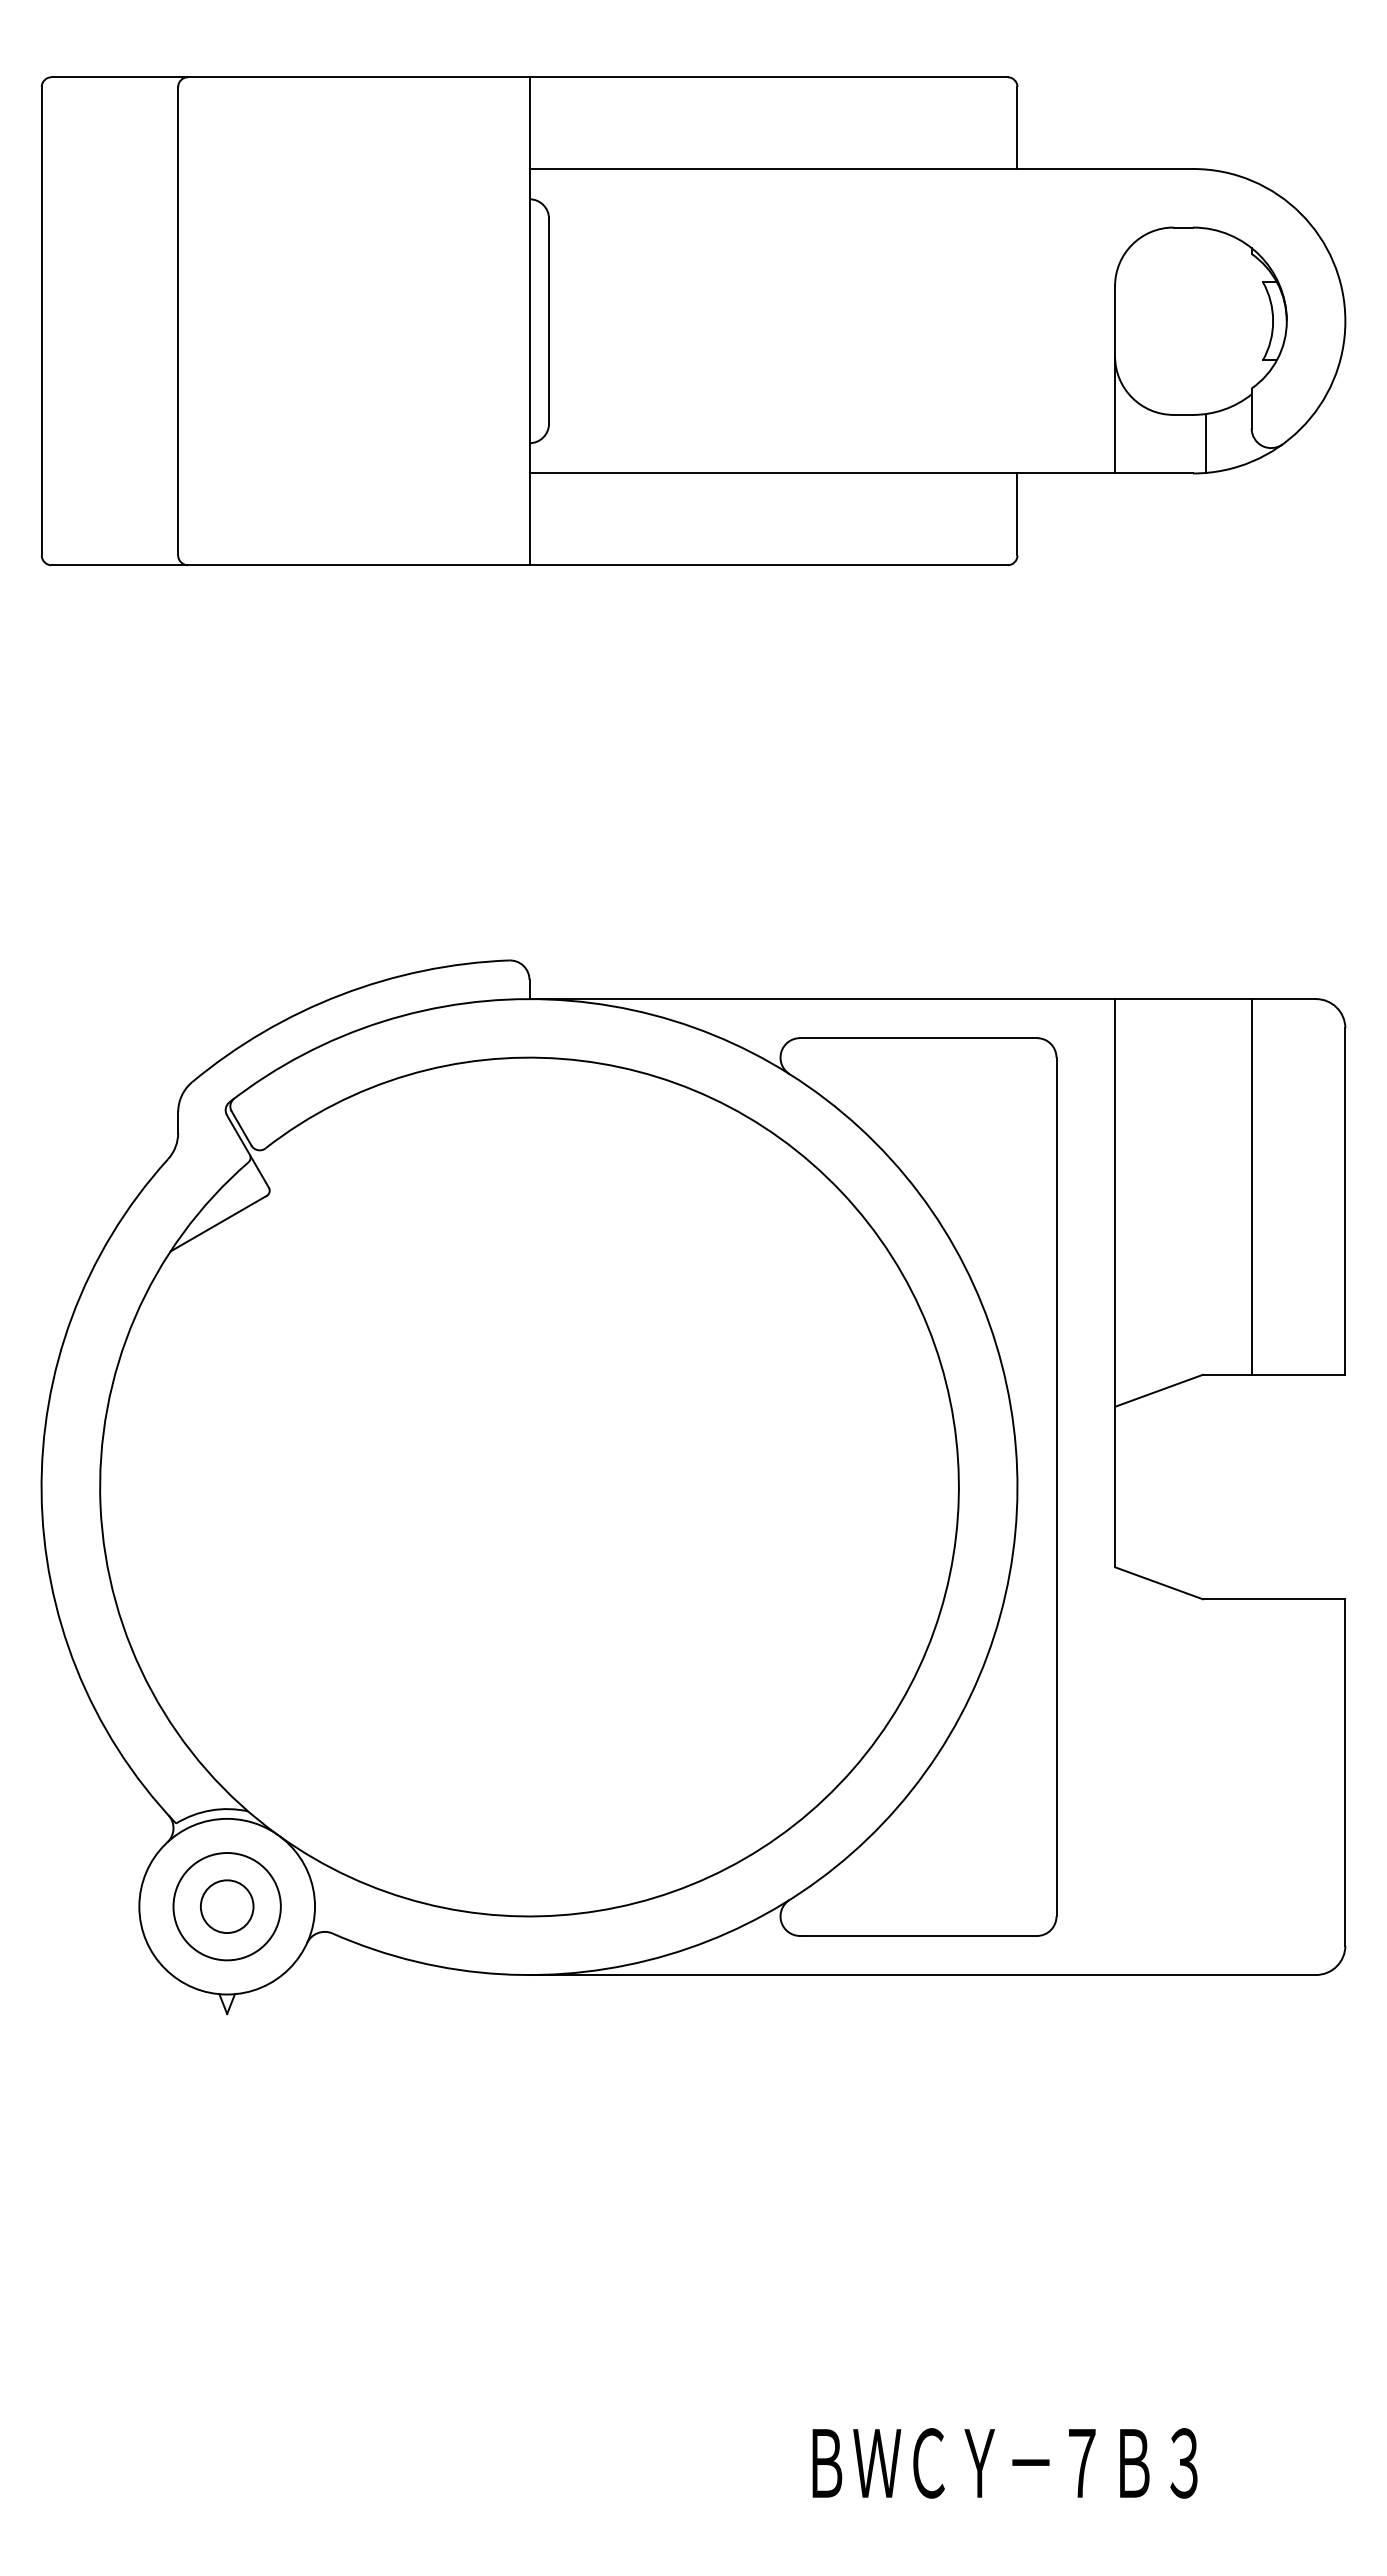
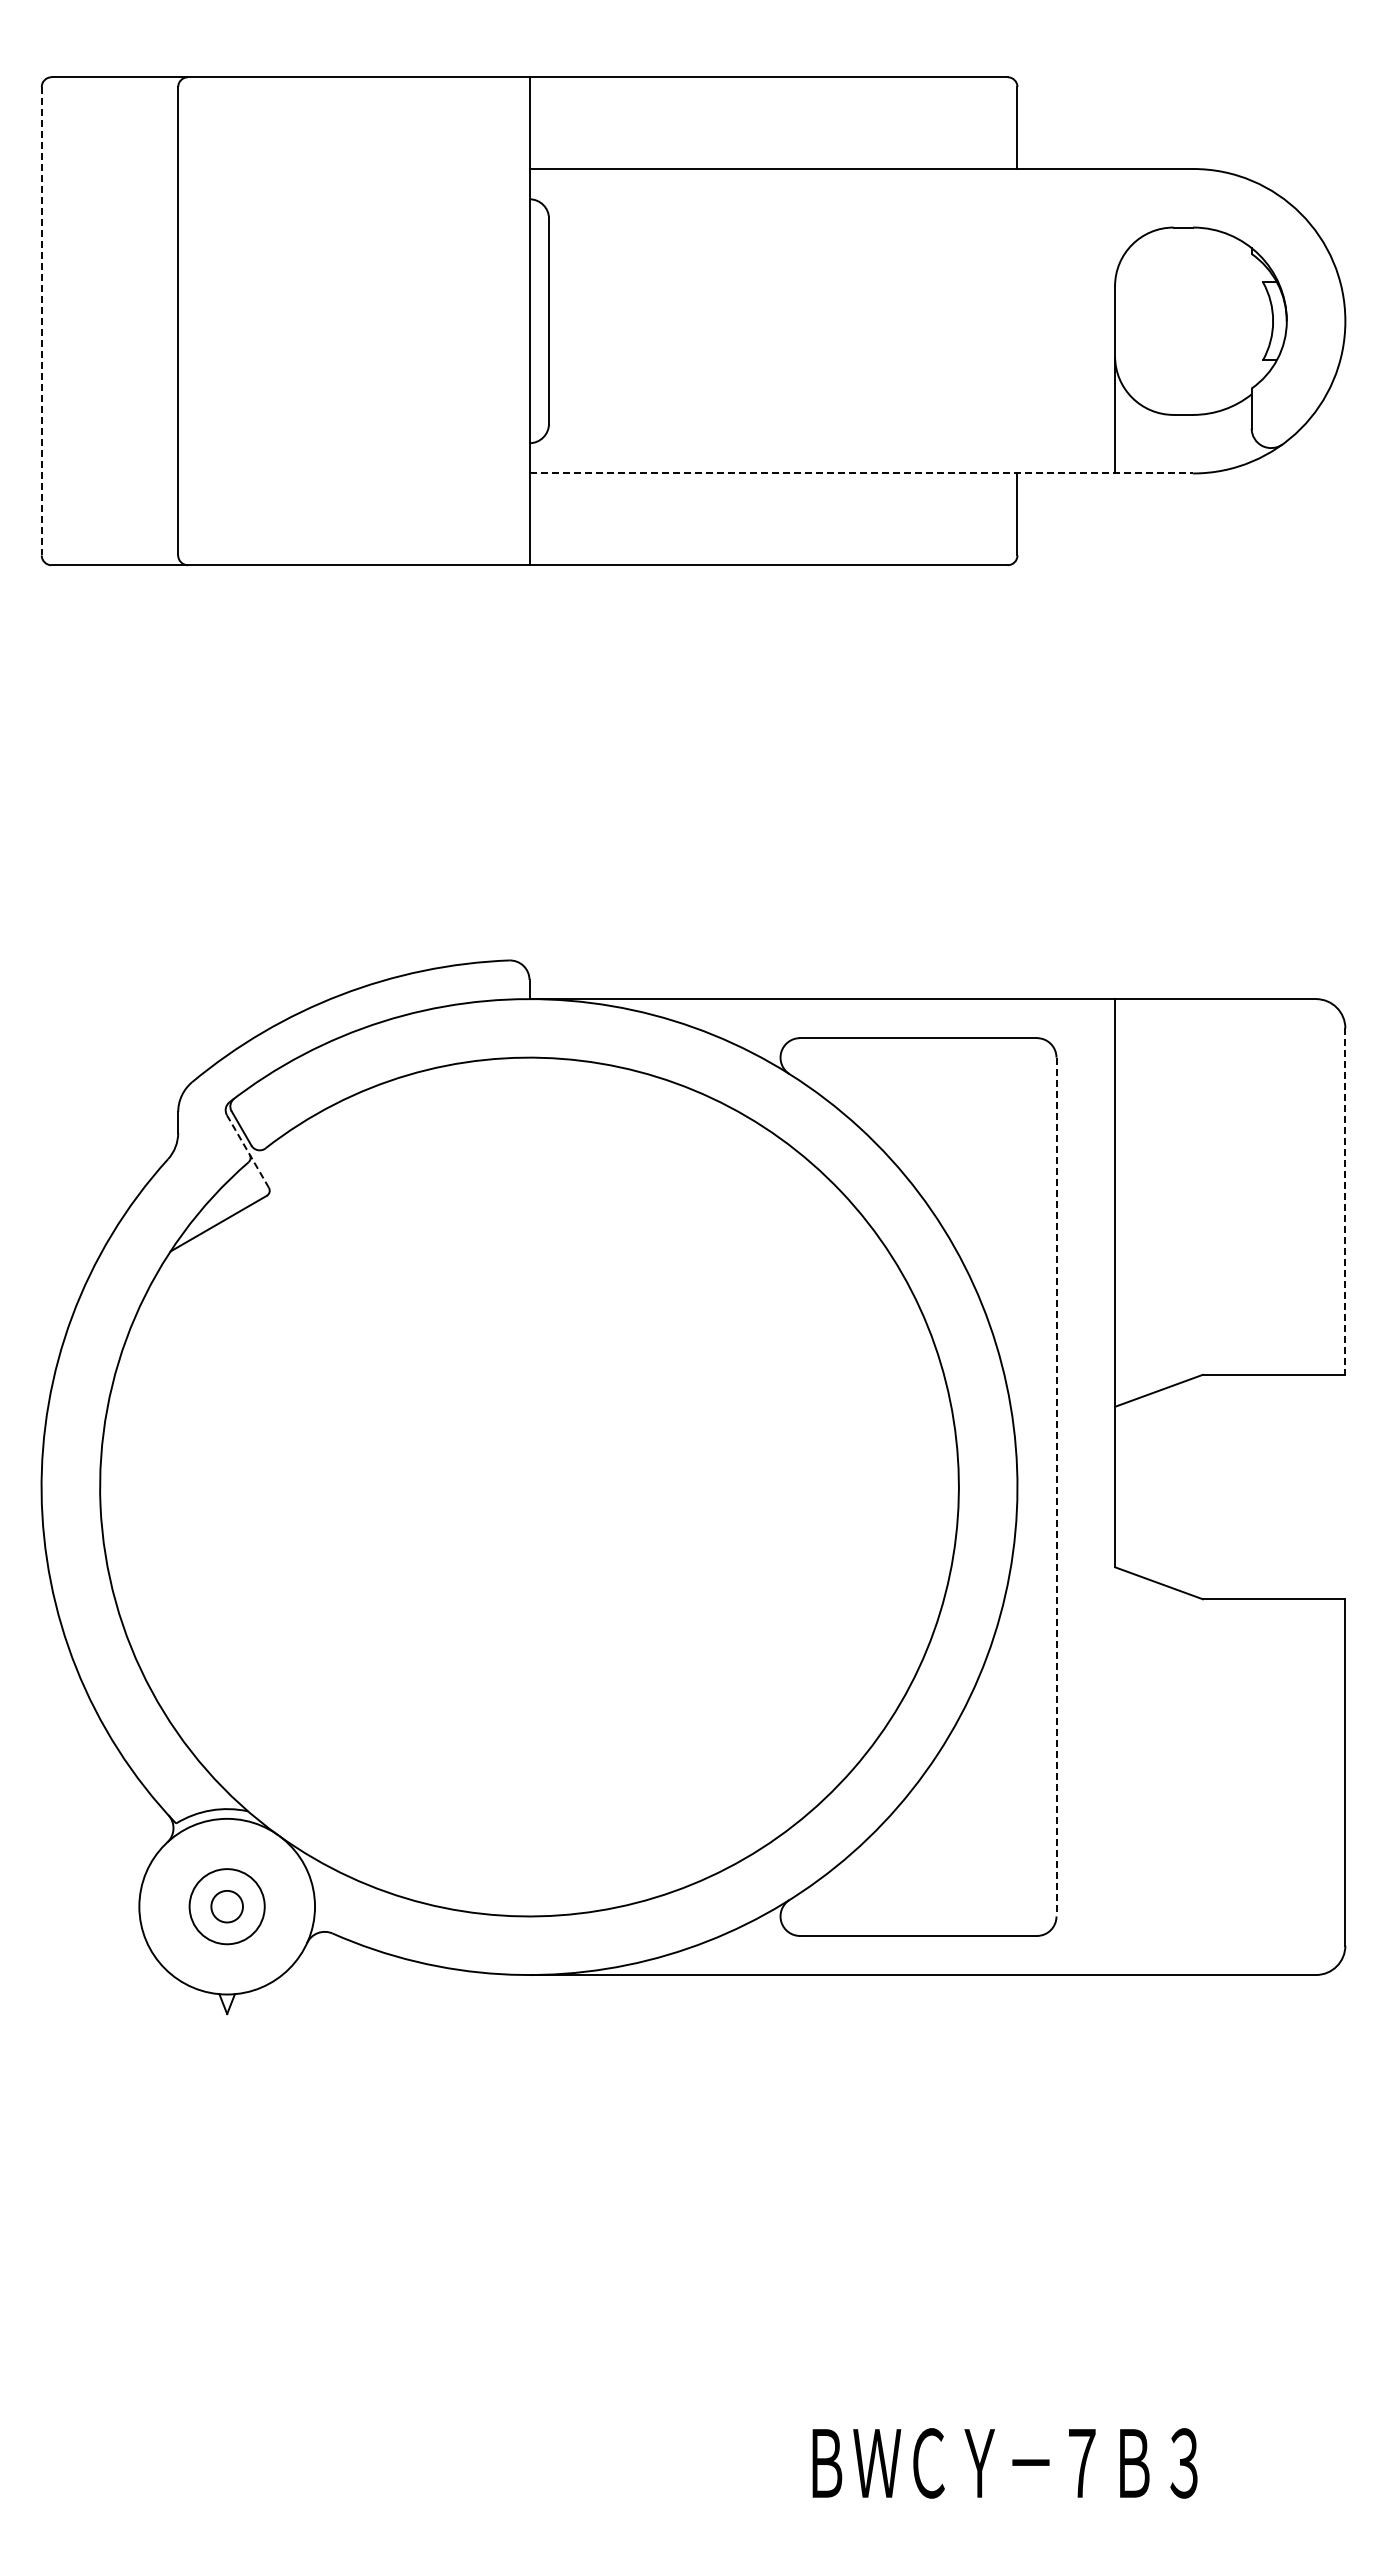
line at (41, 321): solid -> dashed
line at (1205, 442): present -> none
line at (861, 473): solid -> dashed
line at (247, 1151): solid -> dashed
line at (1251, 1186): present -> none
line at (1345, 1202): solid -> dashed
line at (1056, 1487): solid -> dashed
circle at (226, 1906) diameter: 107 px -> 75 px
circle at (226, 1906) diameter: 53 px -> 32 px
